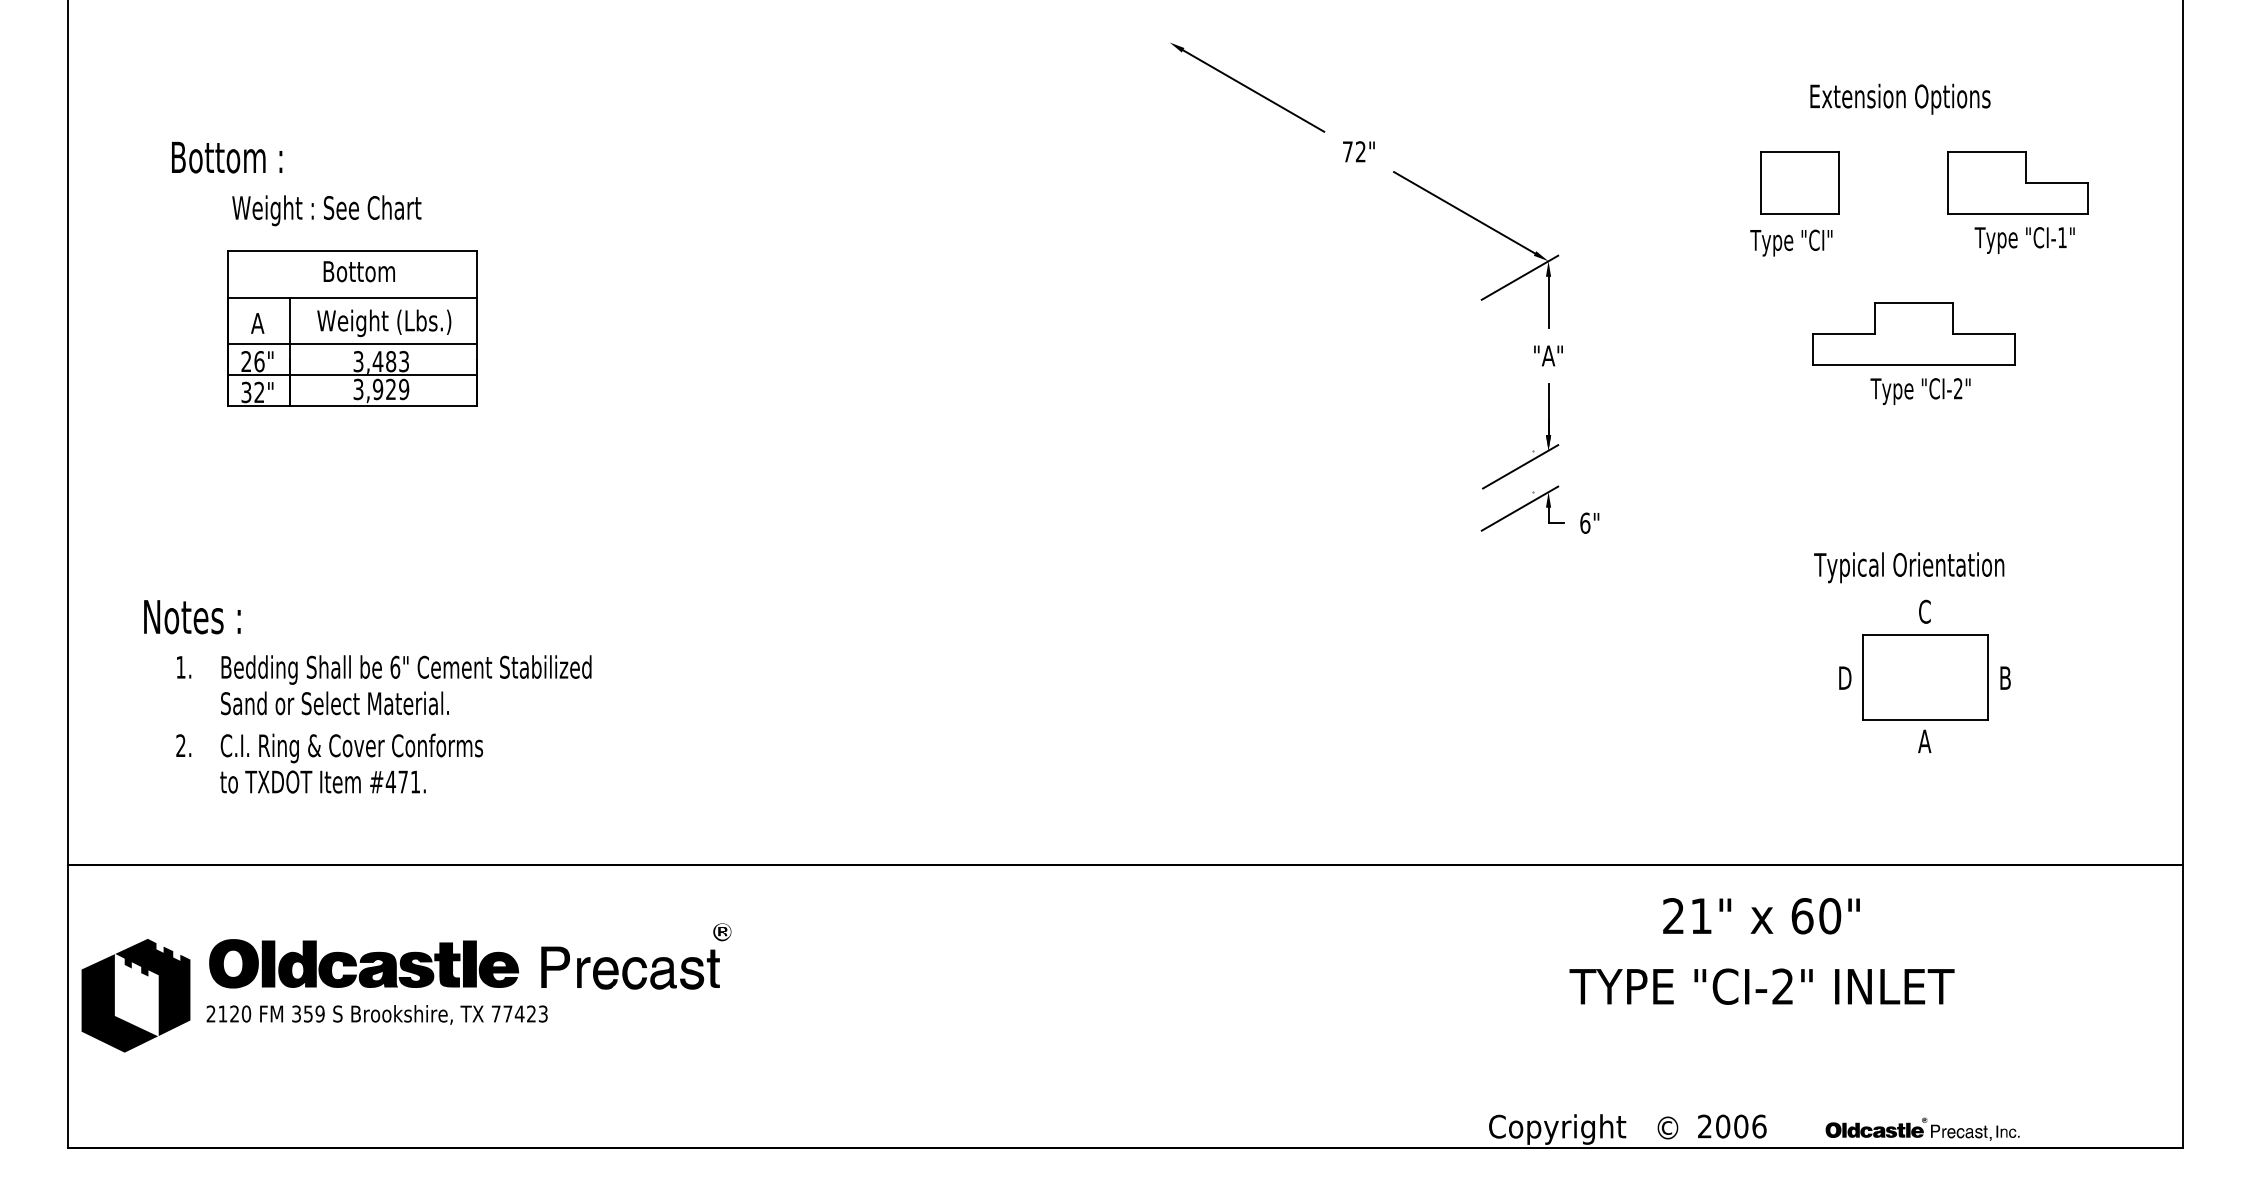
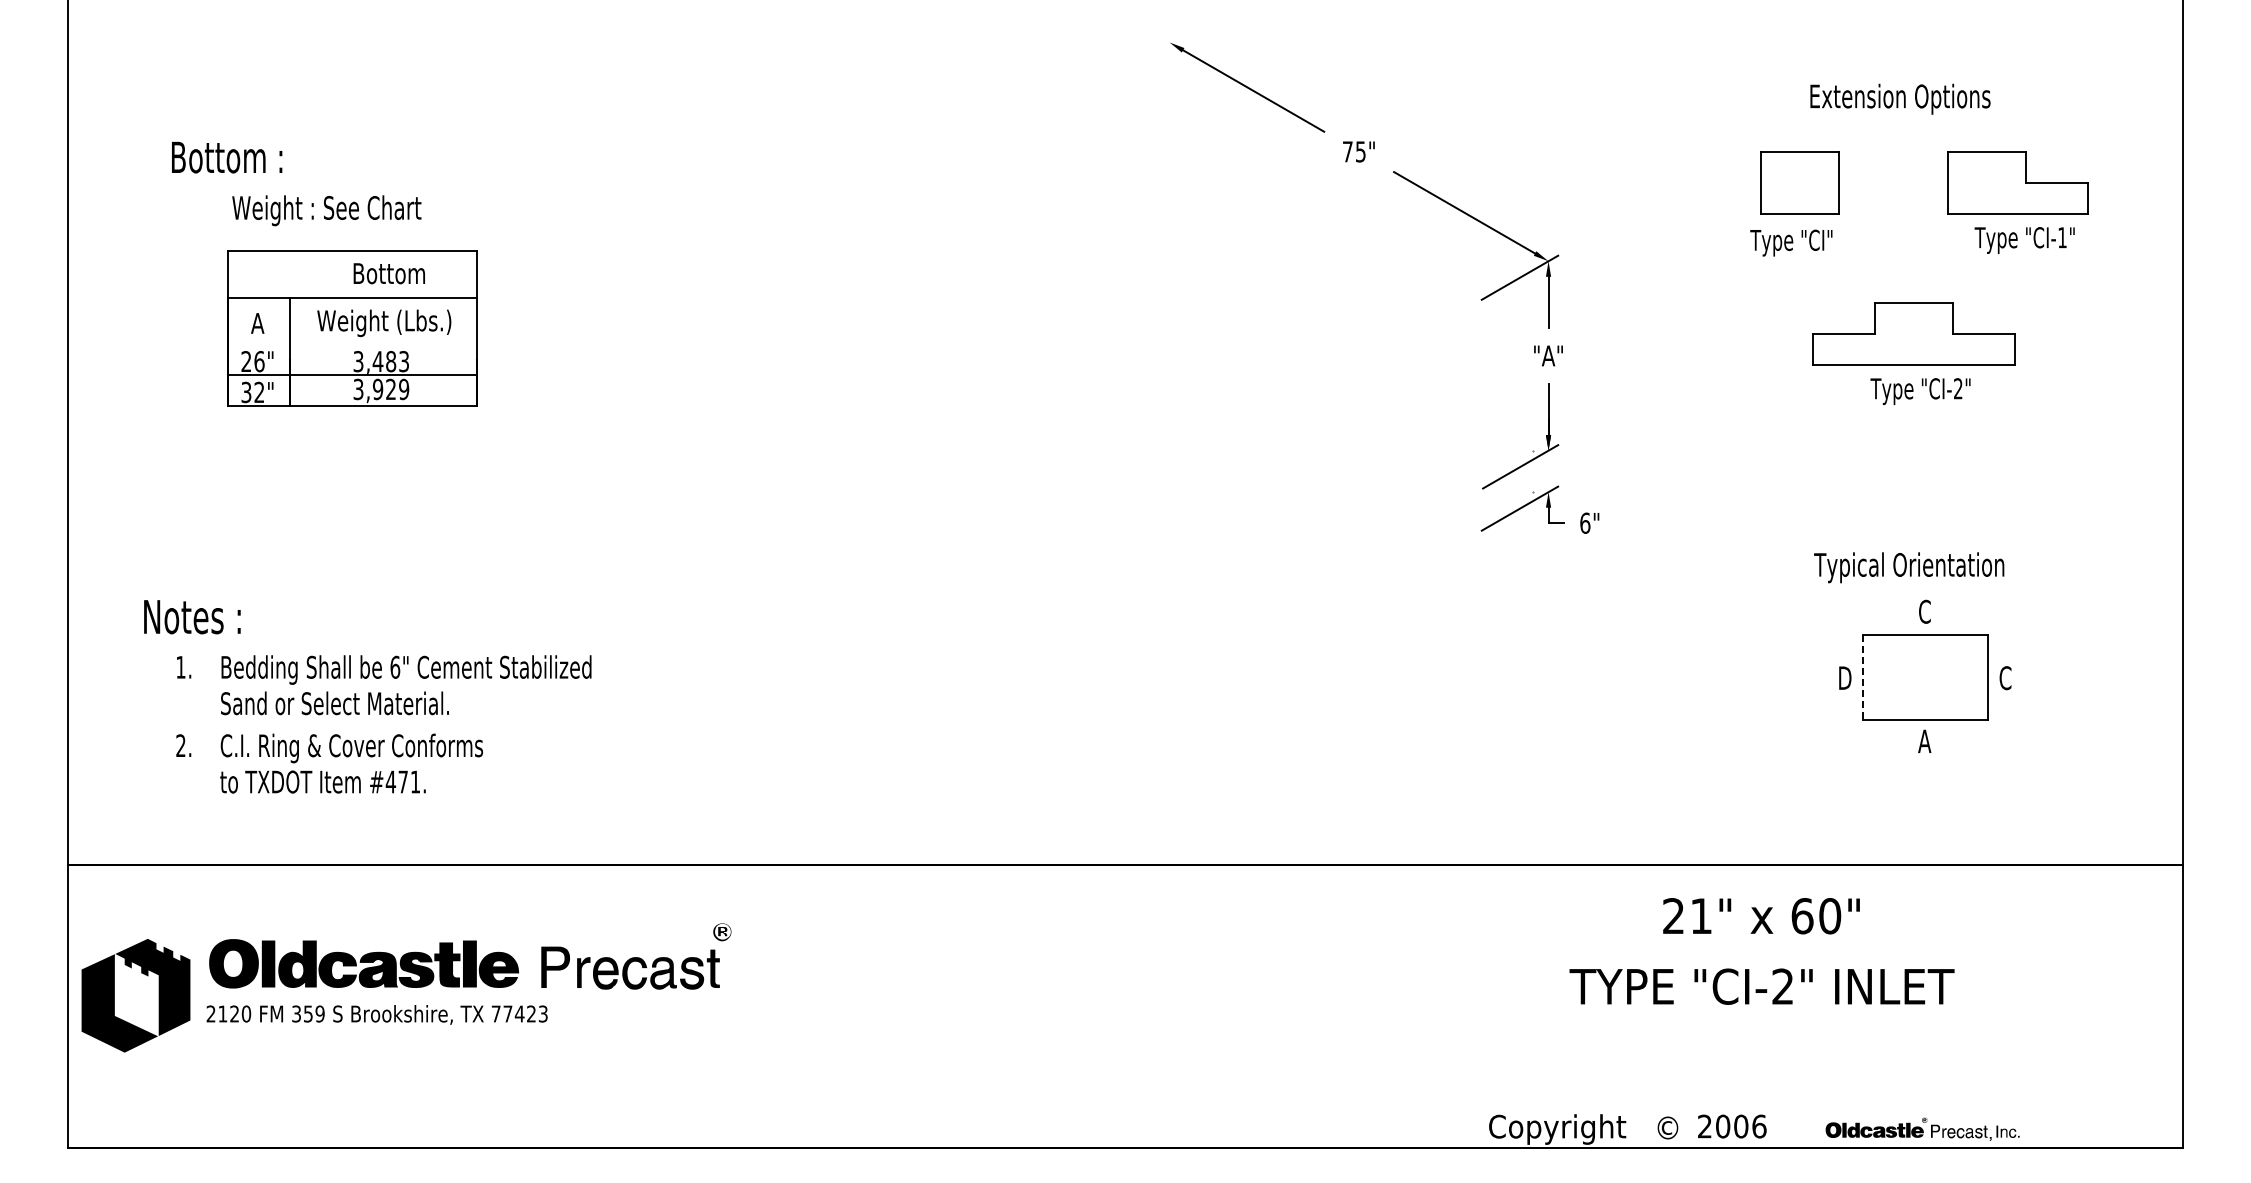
text at (1360, 151): 72" -> 75"
text at (358, 271) position: (358, 271) -> (388, 273)
line at (352, 344): present -> none
line at (1863, 677): solid -> dashed
text at (2005, 678): B -> C
